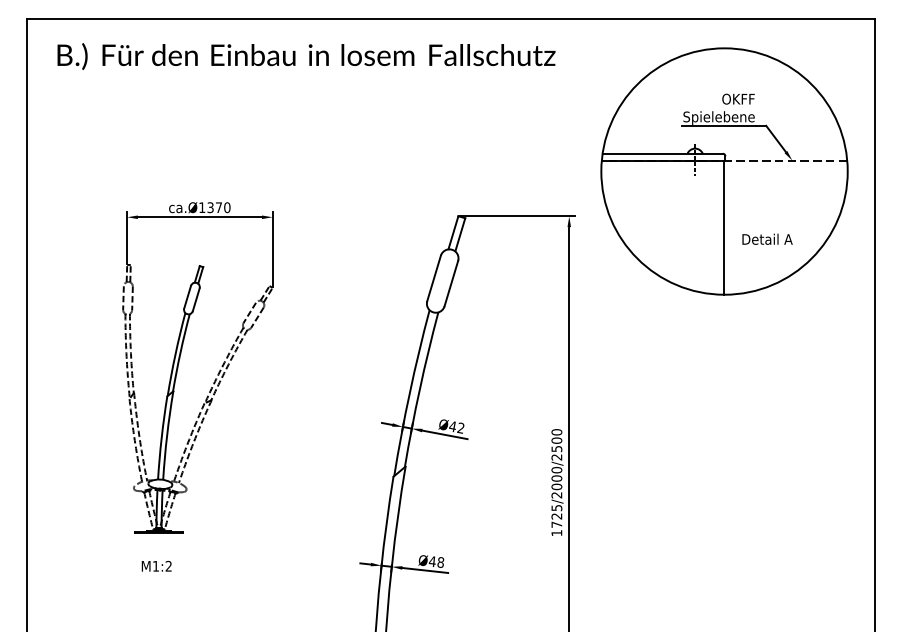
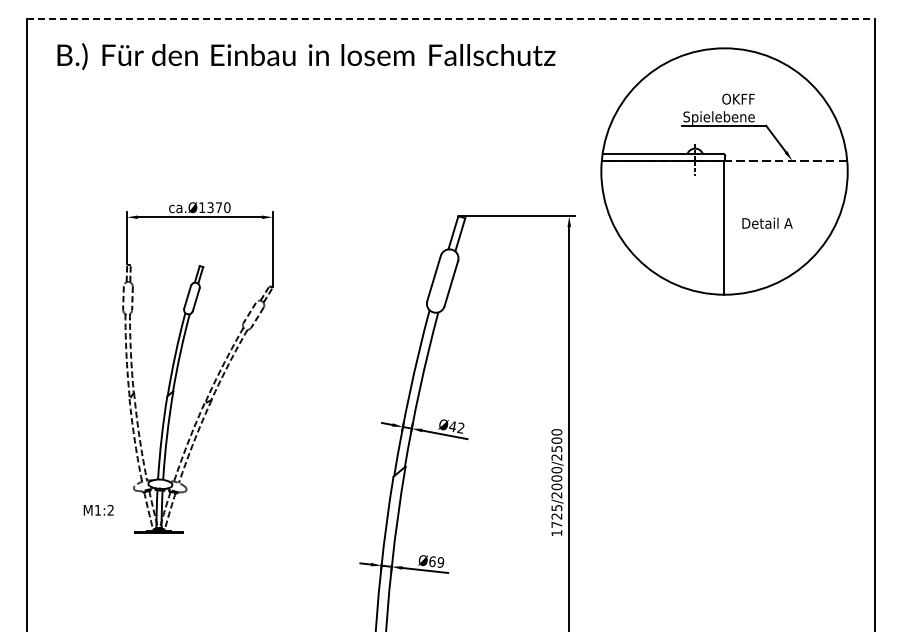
line at (451, 18): solid -> dashed
text at (767, 238) position: (767, 238) -> (767, 222)
text at (436, 561): Ø48 -> Ø69
text at (156, 565) position: (156, 565) -> (98, 509)
